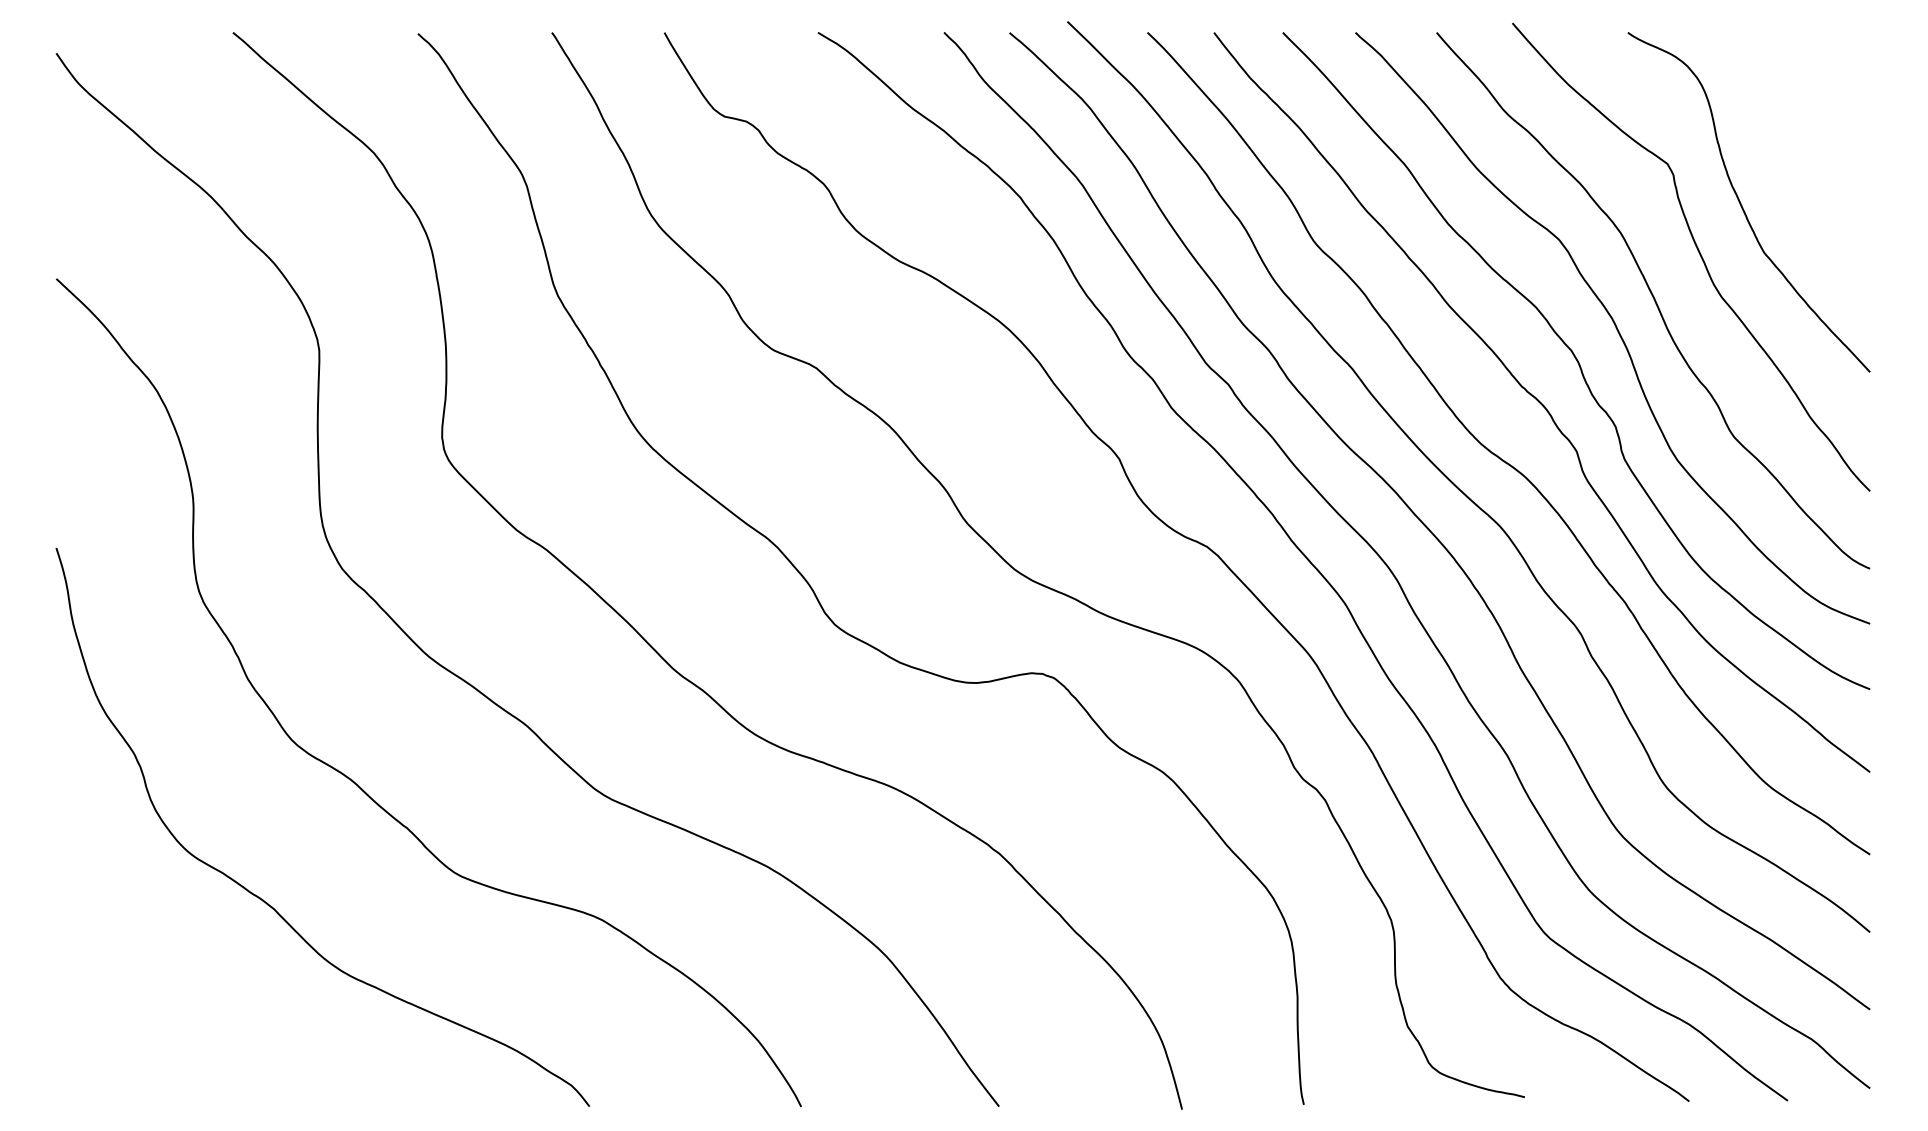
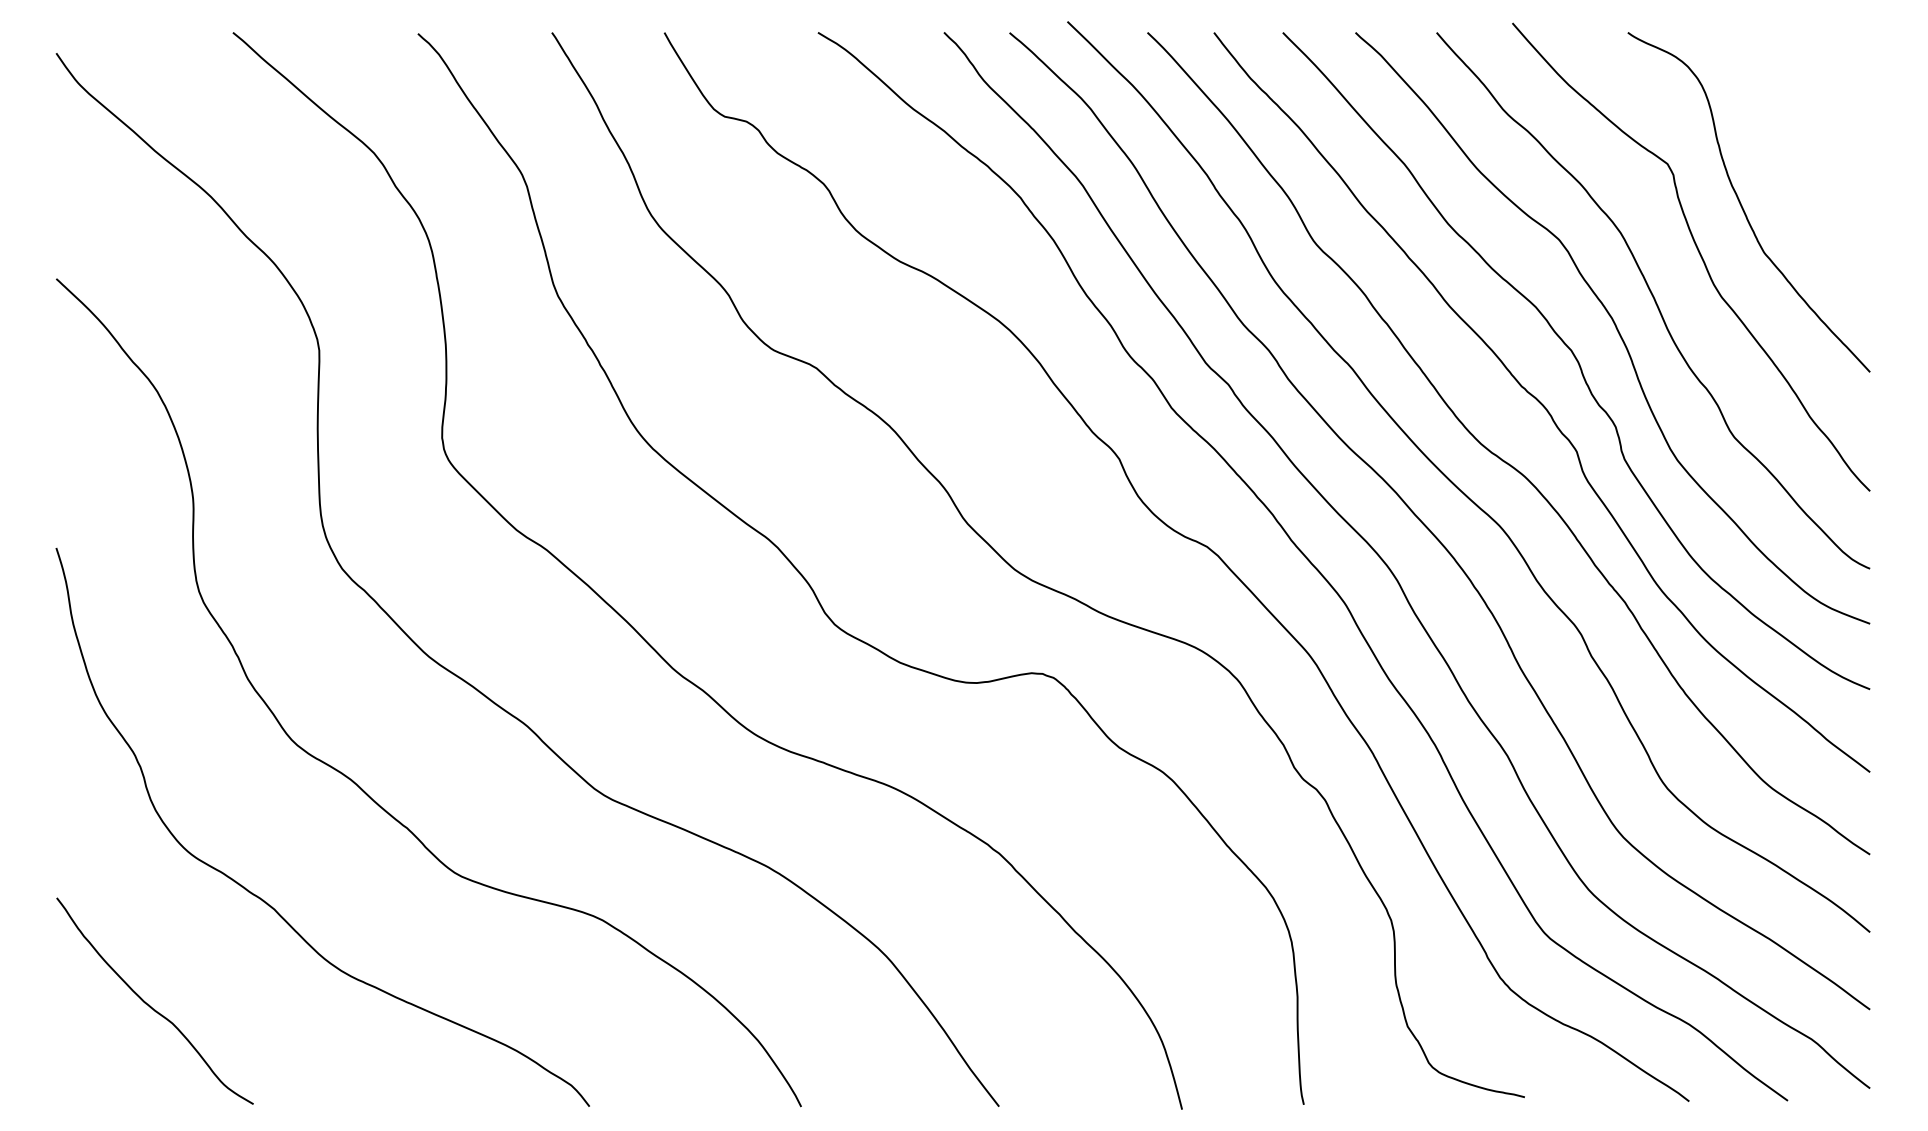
curve at (149, 1004): none -> present
